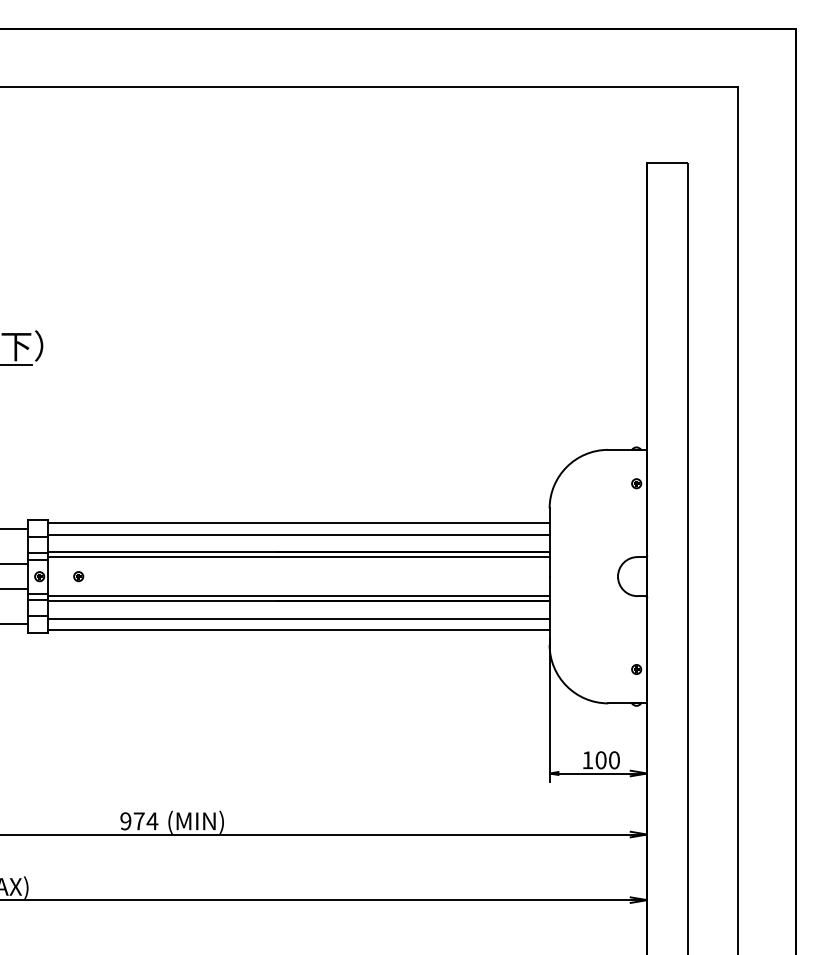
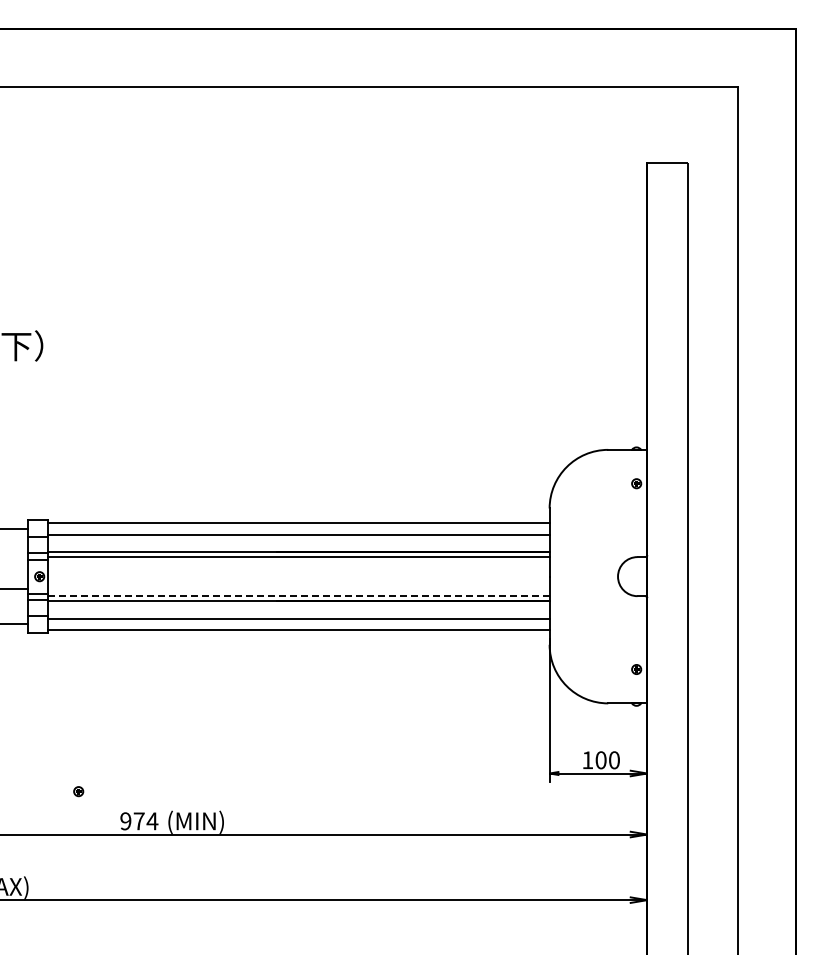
line at (16, 365): present -> none
line at (15, 564): present -> none
part at (78, 576) position: (78, 576) -> (78, 791)
line at (298, 596): solid -> dashed
